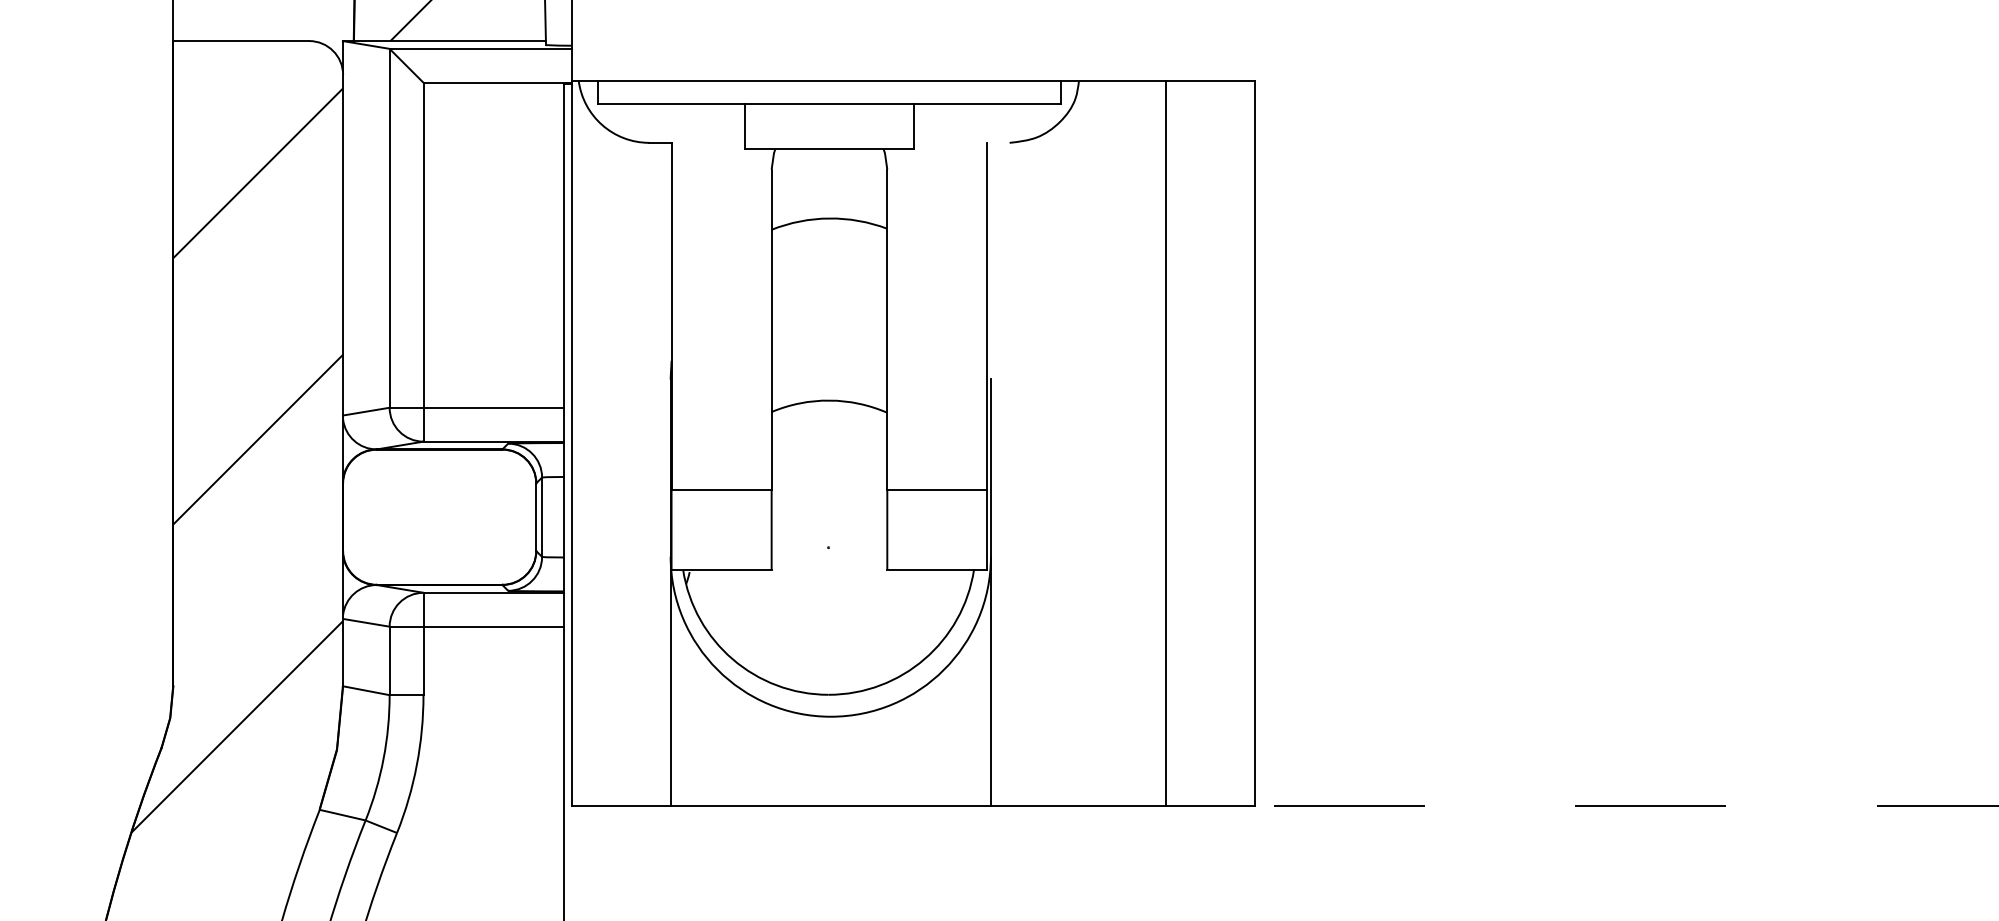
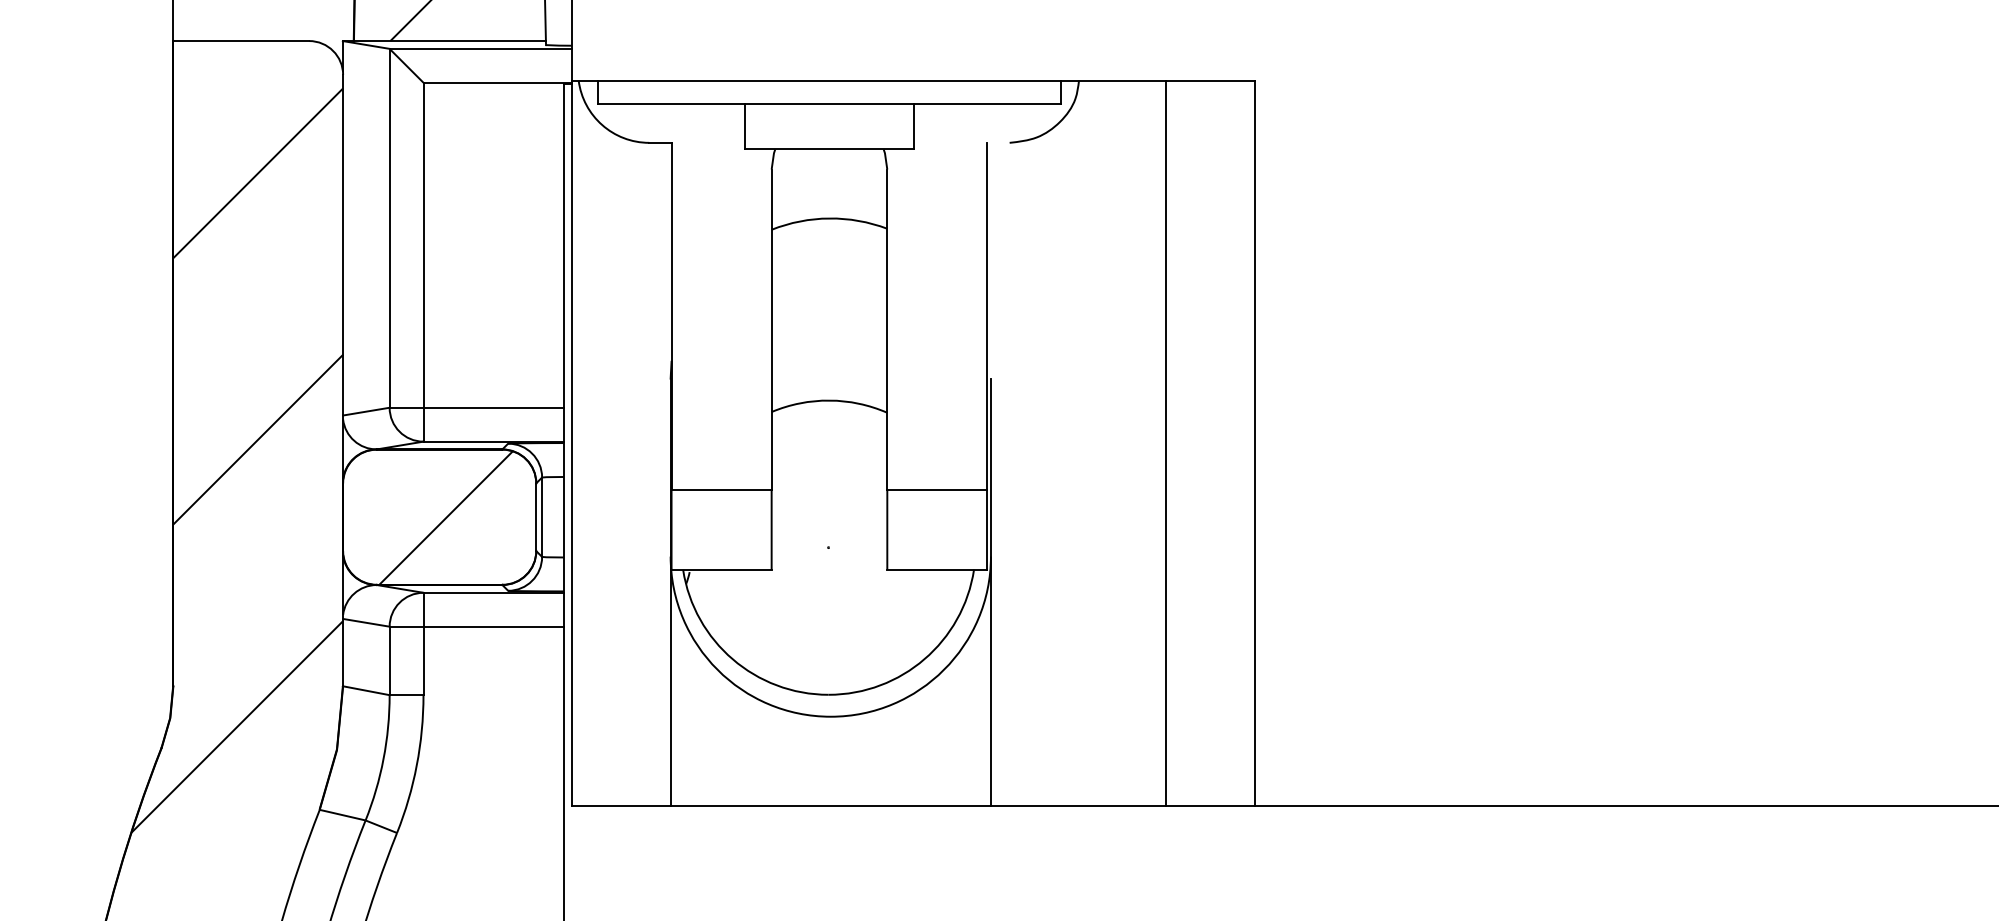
hatch at (445, 517): none -> present
line at (1626, 805): dashed -> solid
